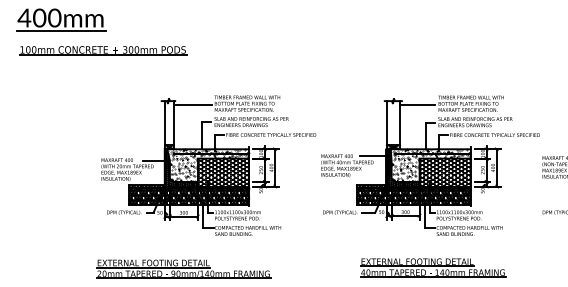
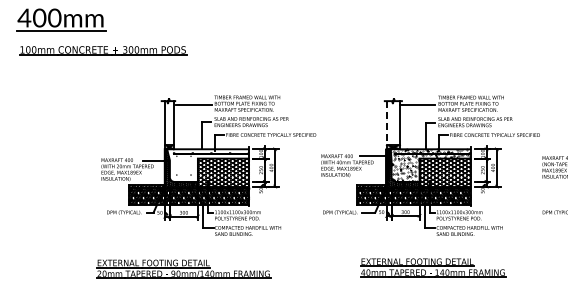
line at (386, 123): solid -> dashed
hatch at (208, 165): present -> none
